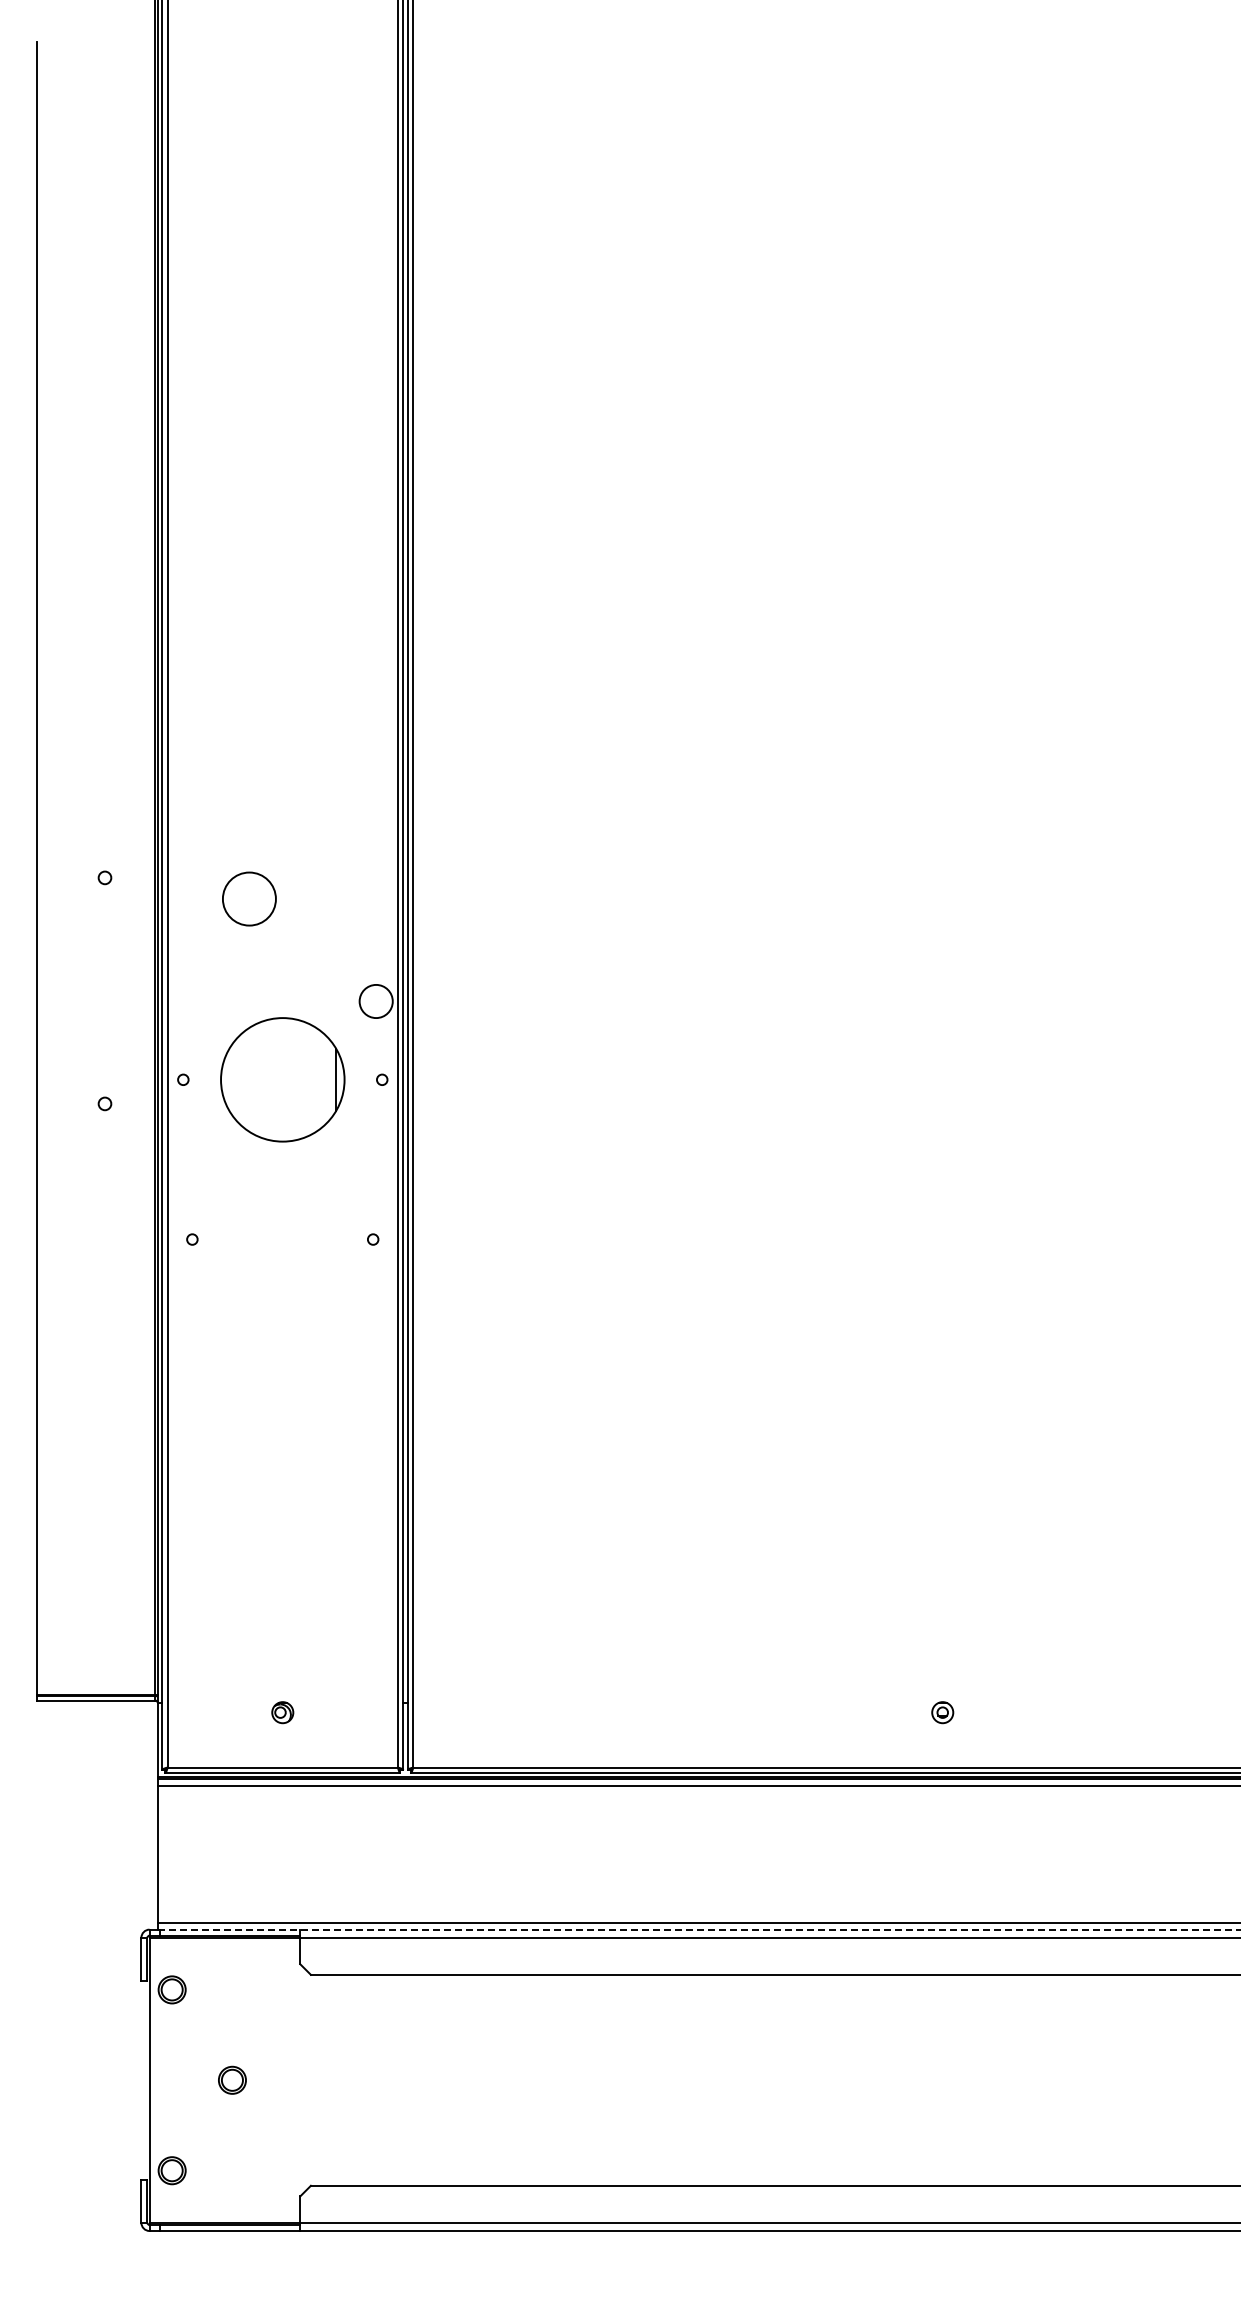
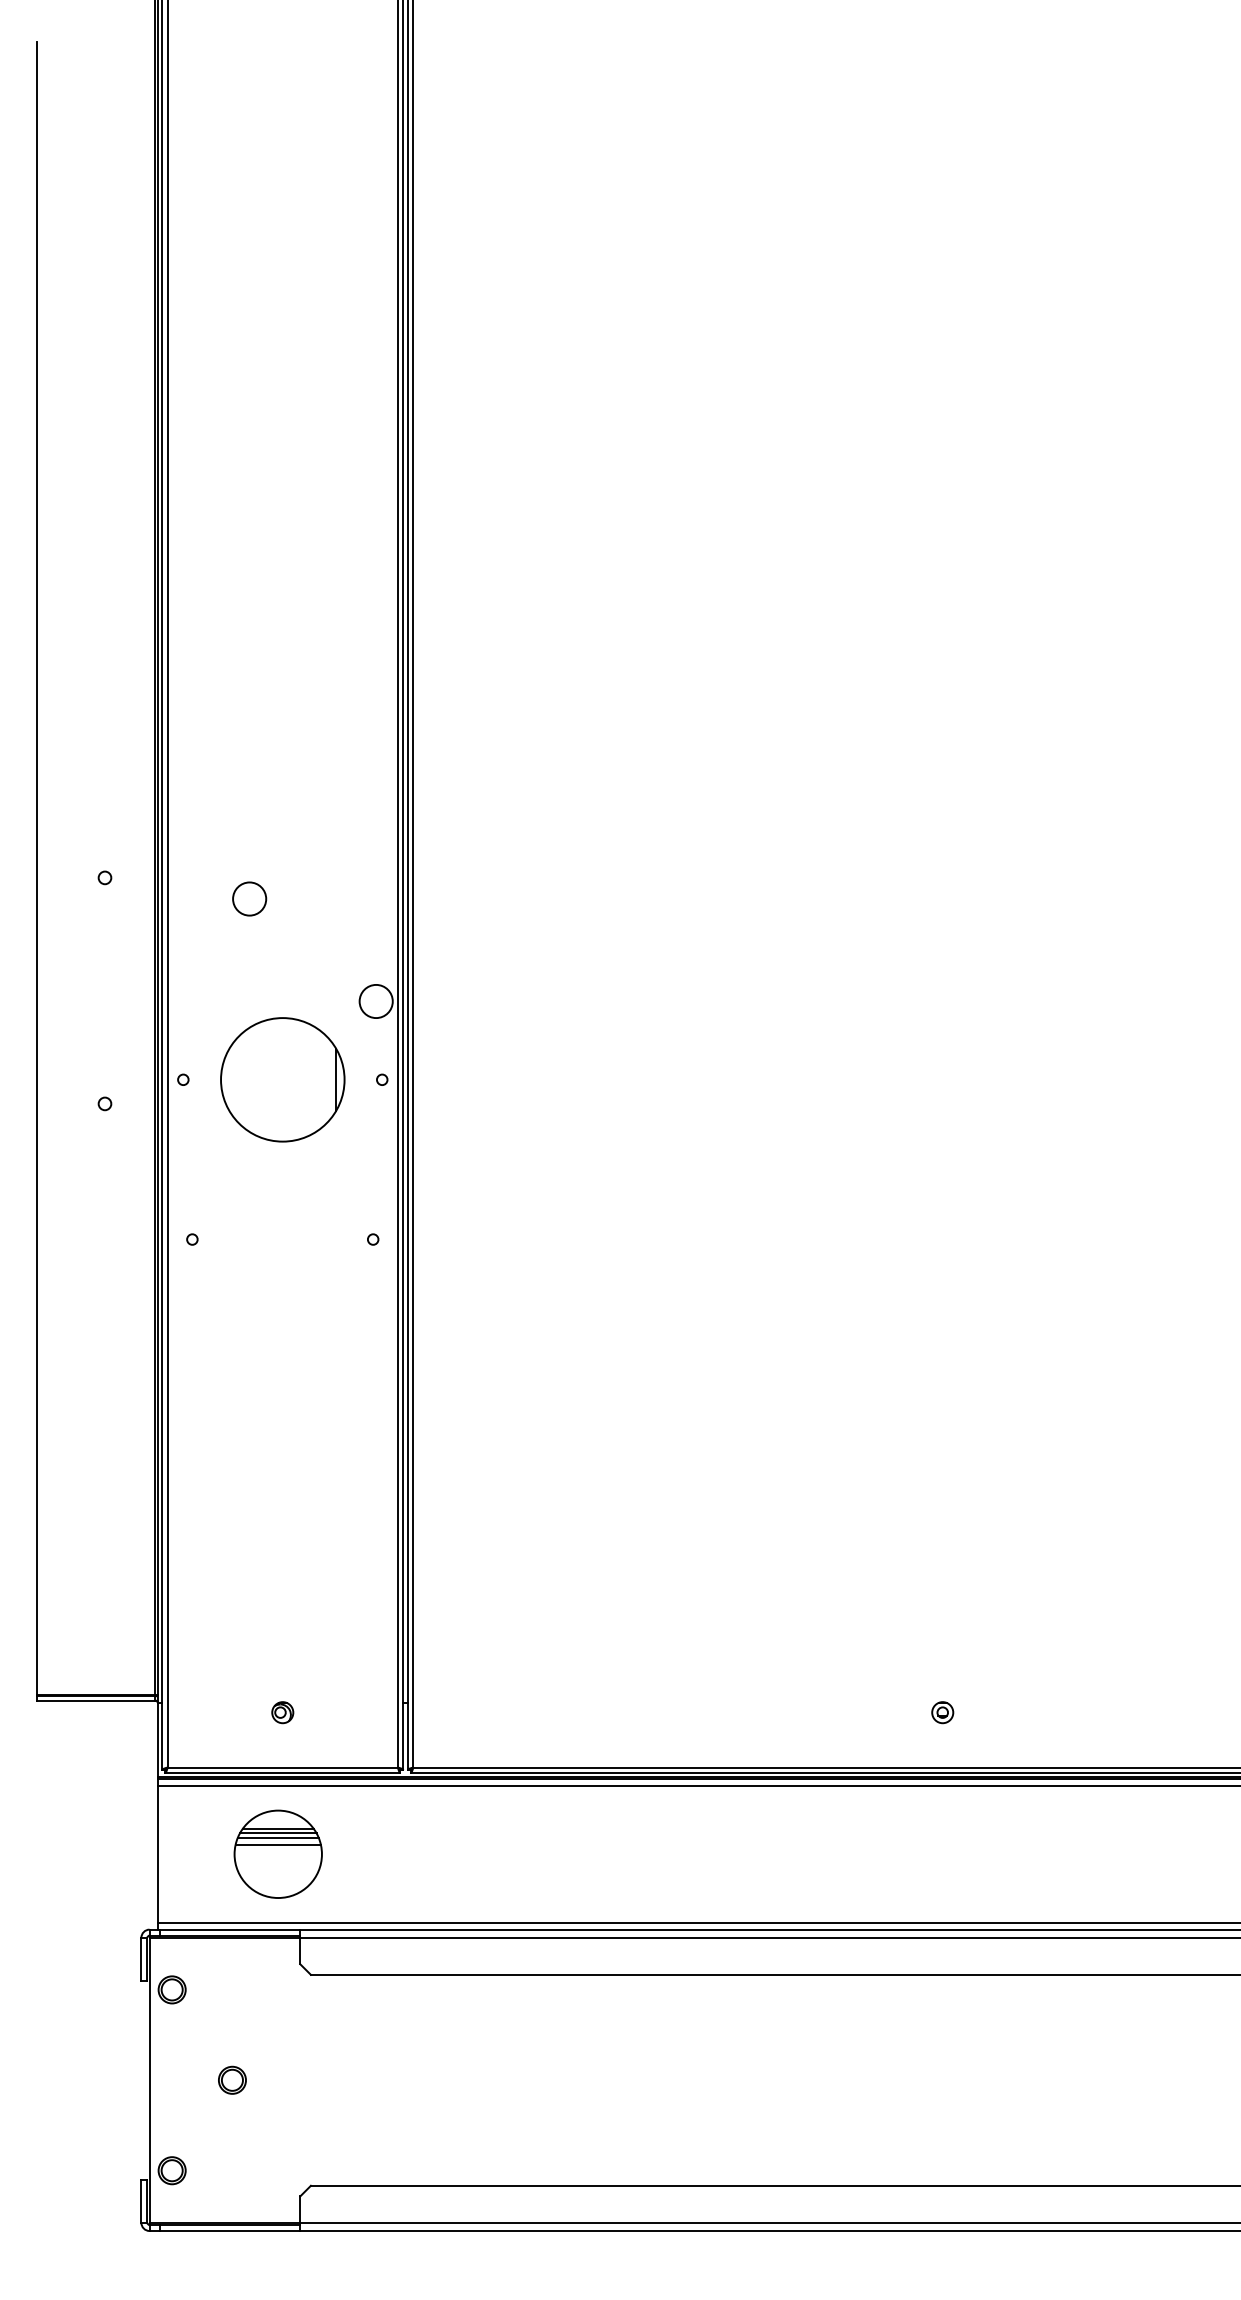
circle at (249, 898) size: 55x56 px -> 36x36 px
part at (277, 1853): none -> present
line at (699, 1929): dashed -> solid
